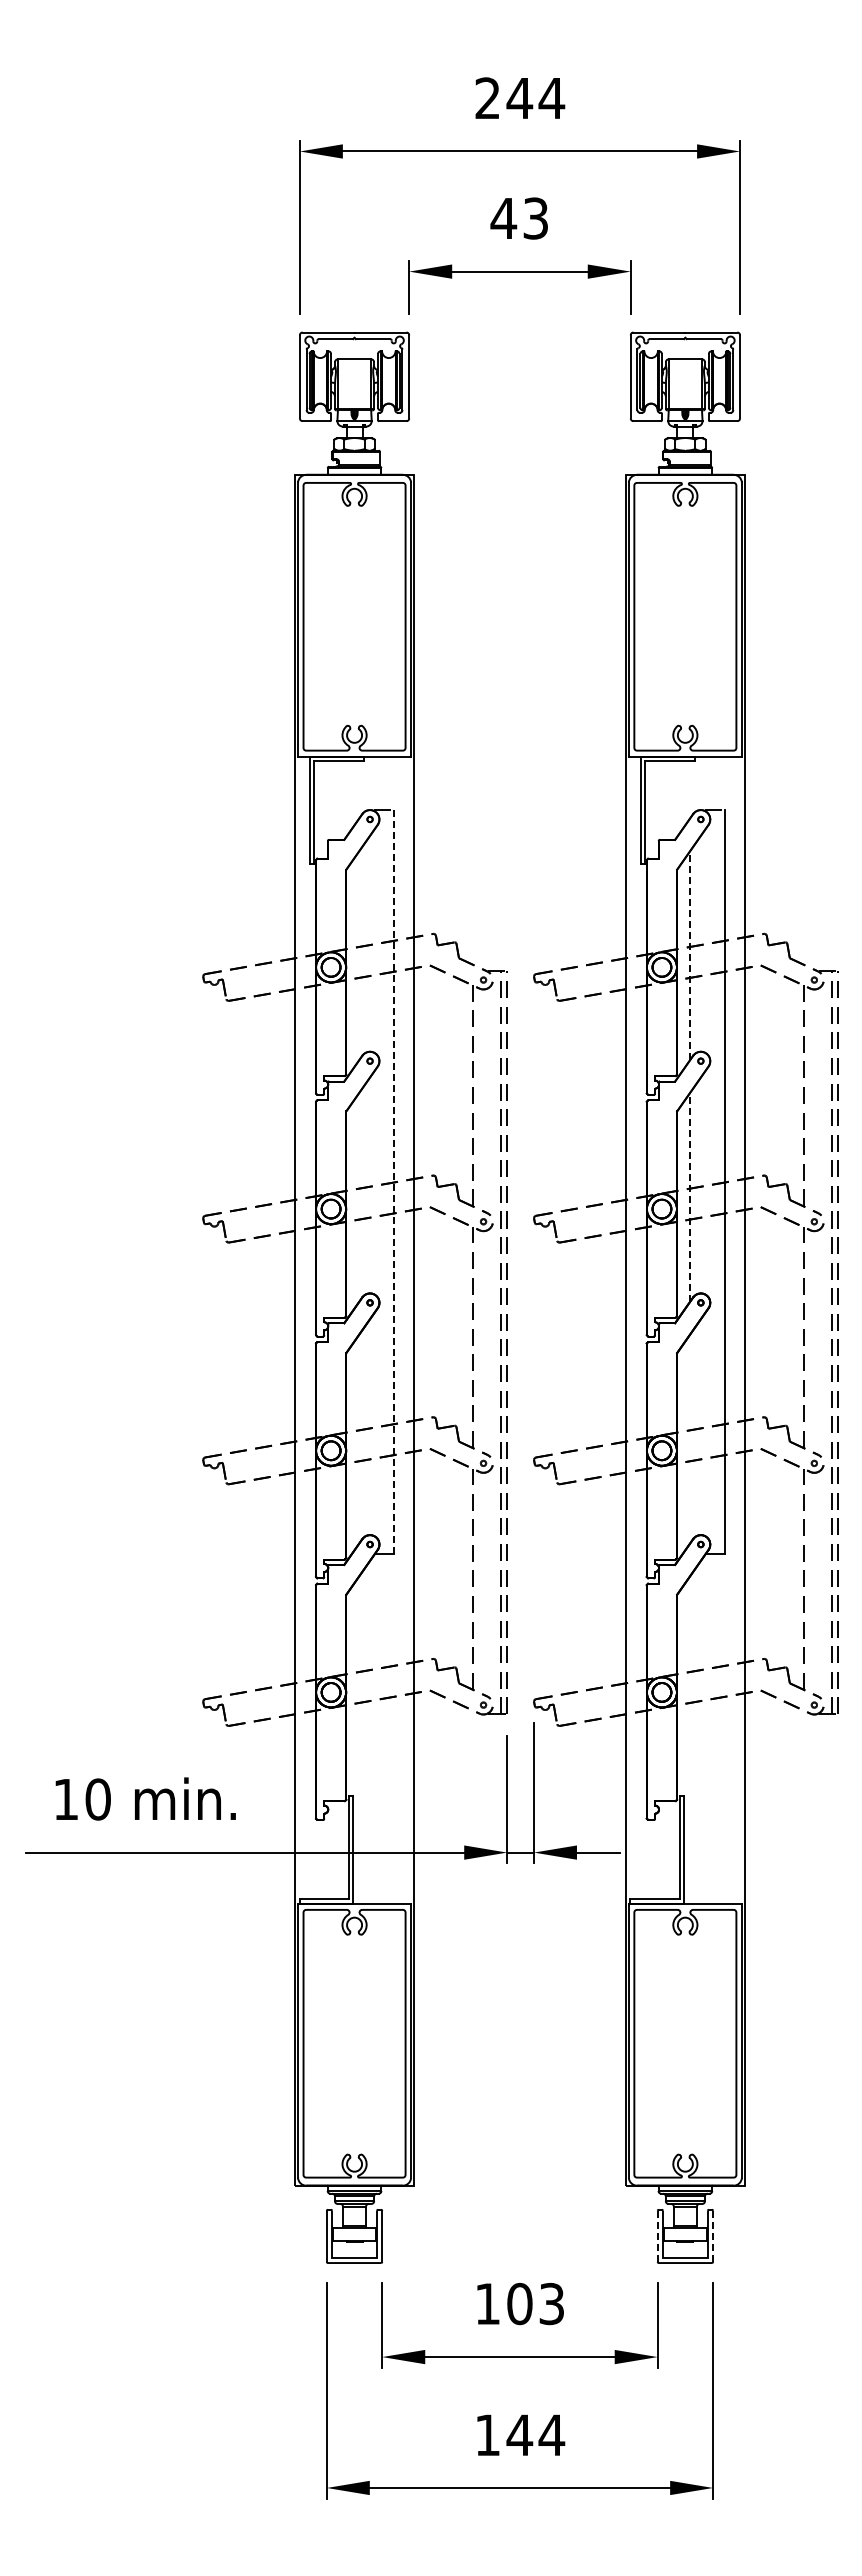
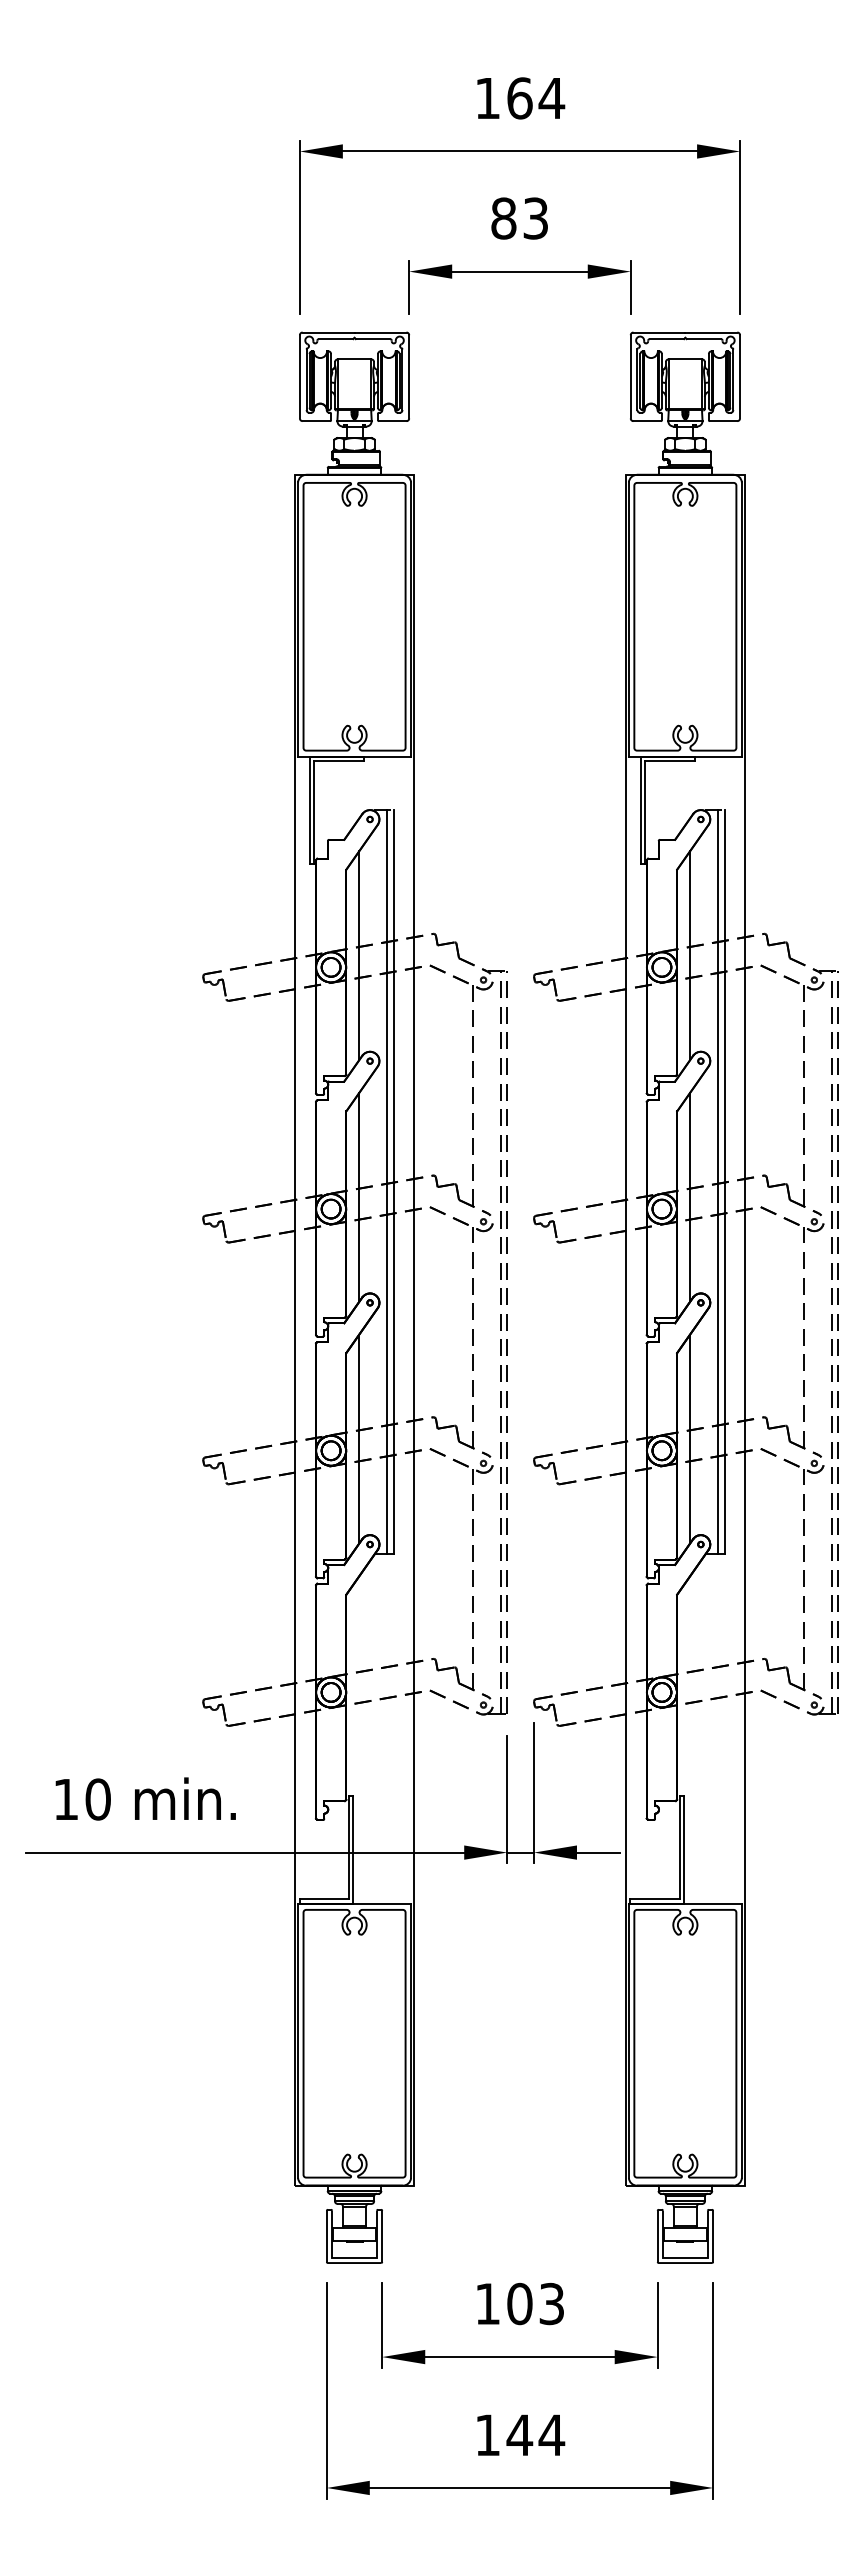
text at (504, 98): 244 -> 164
text at (503, 218): 43 -> 83
line at (359, 955): none -> present
line at (690, 955): dashed -> solid
line at (387, 1181): none -> present
line at (718, 1181): none -> present
line at (393, 1182): dashed -> solid
line at (359, 1196): none -> present
line at (690, 1196): dashed -> solid
line at (359, 1438): none -> present
line at (690, 1438): none -> present
line at (657, 2236): dashed -> solid
line at (713, 2236): dashed -> solid
